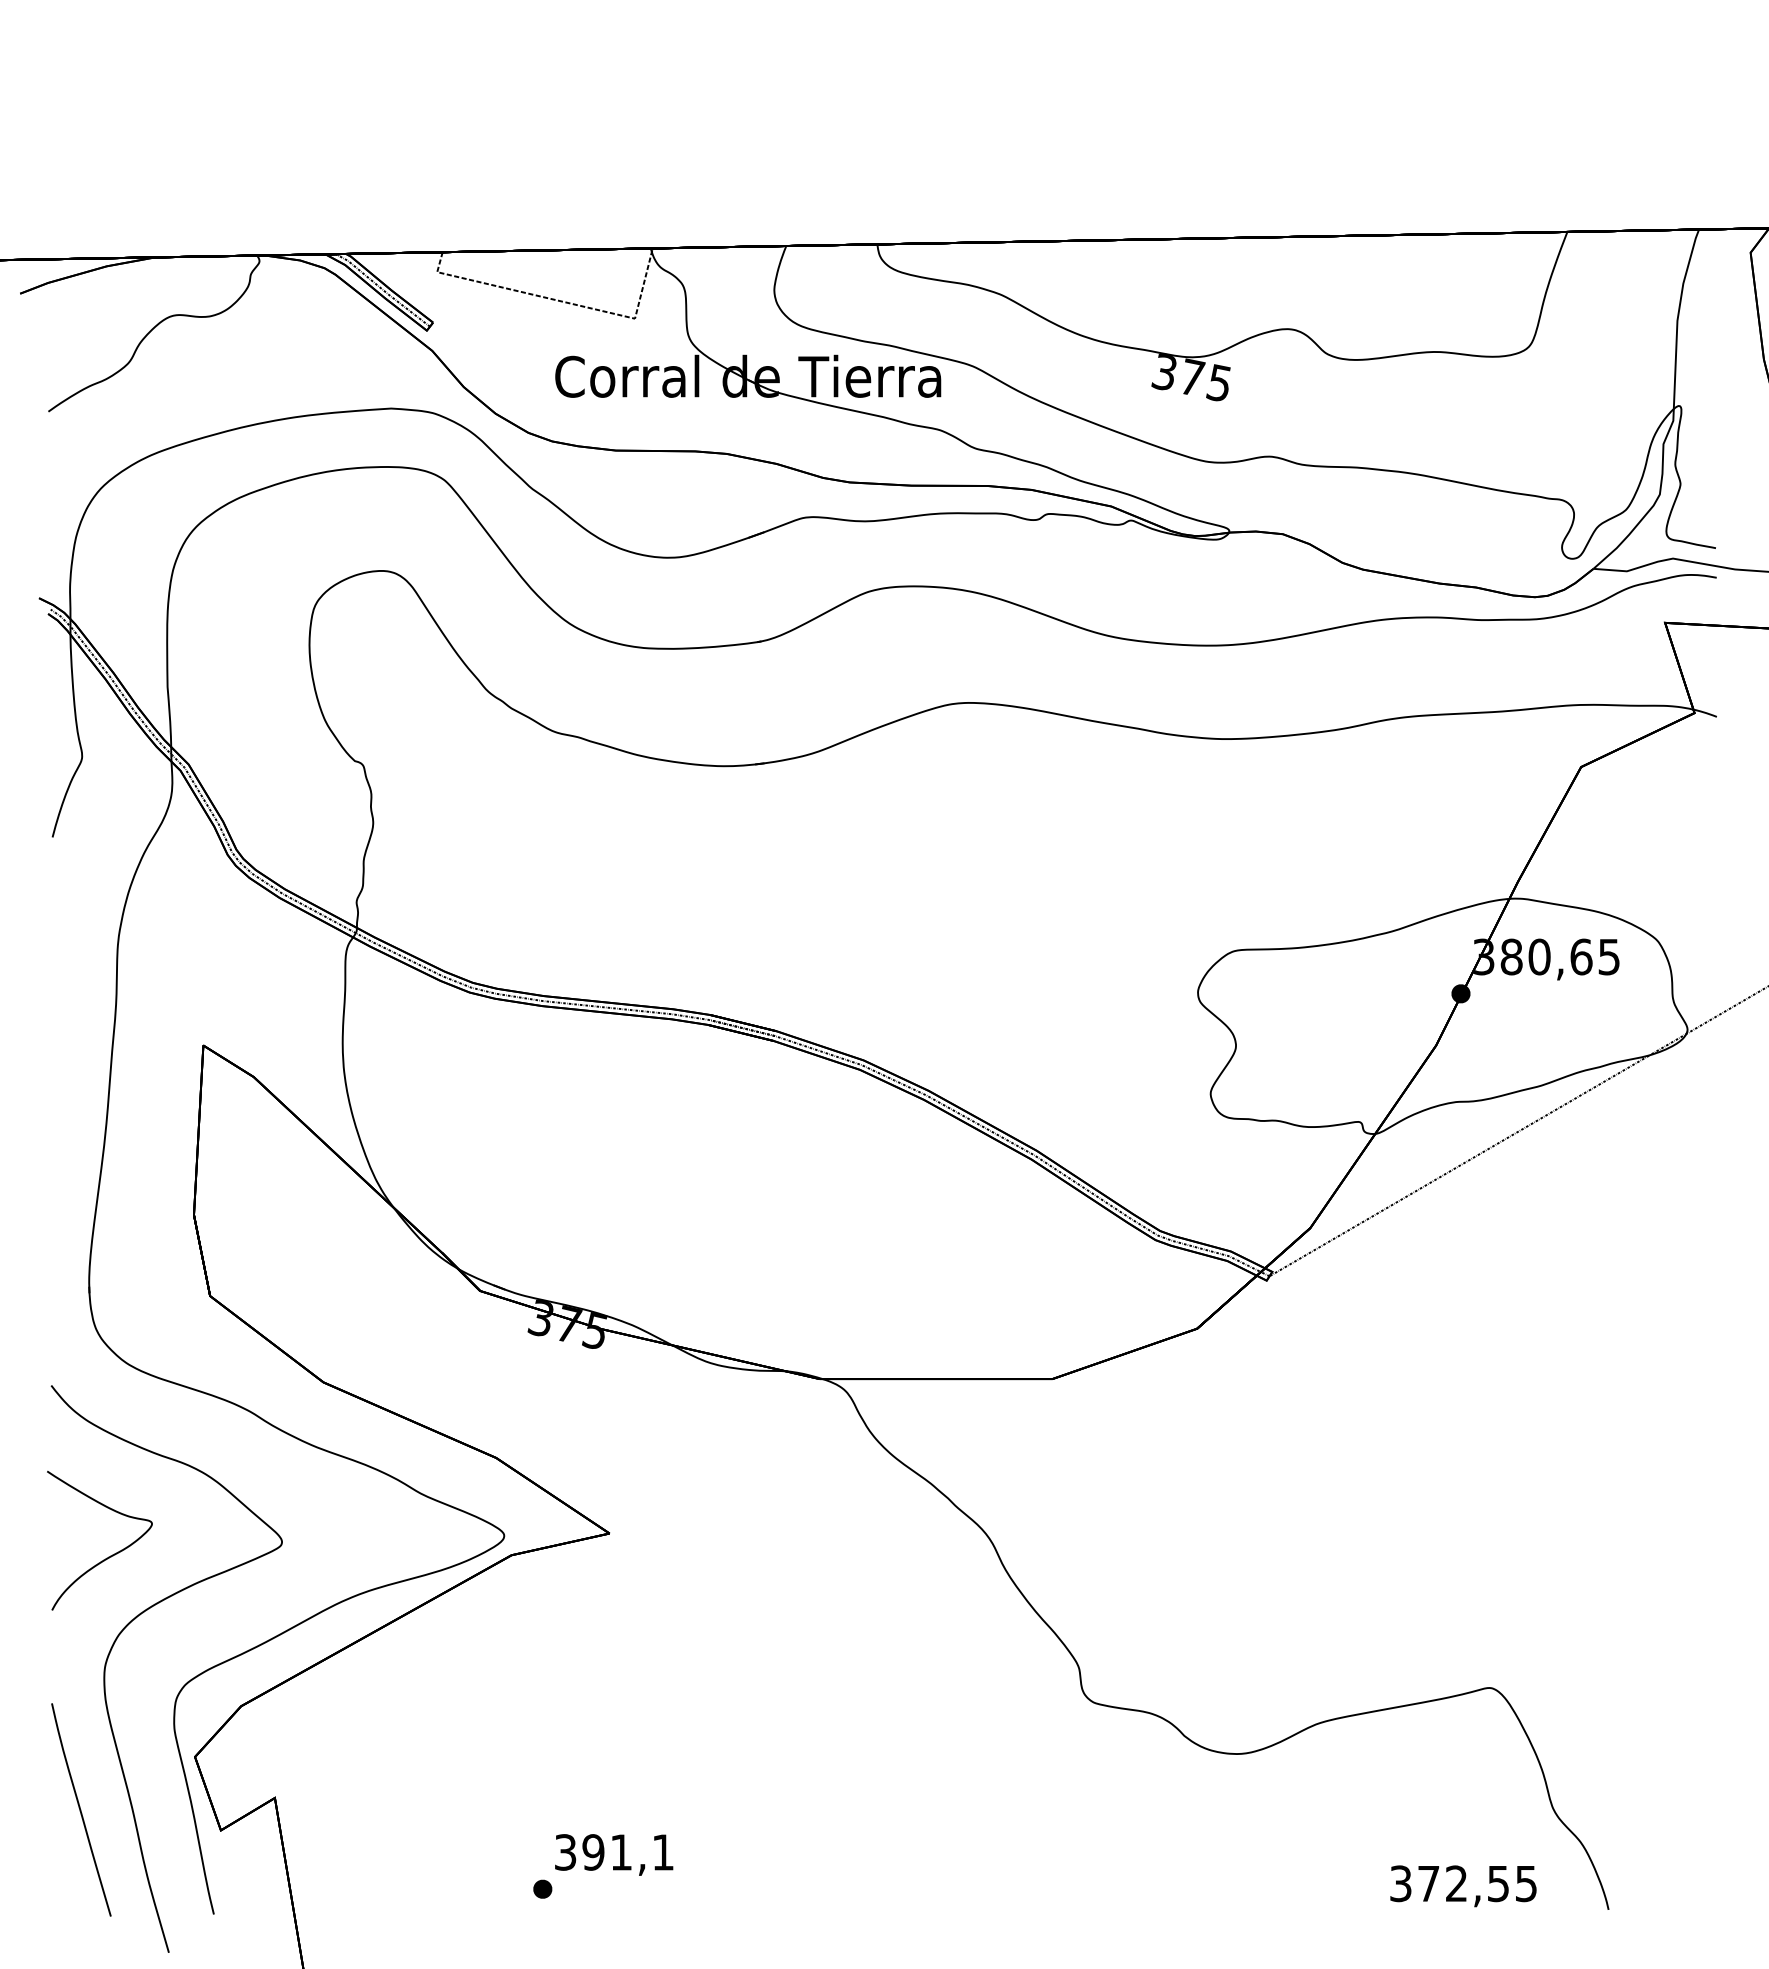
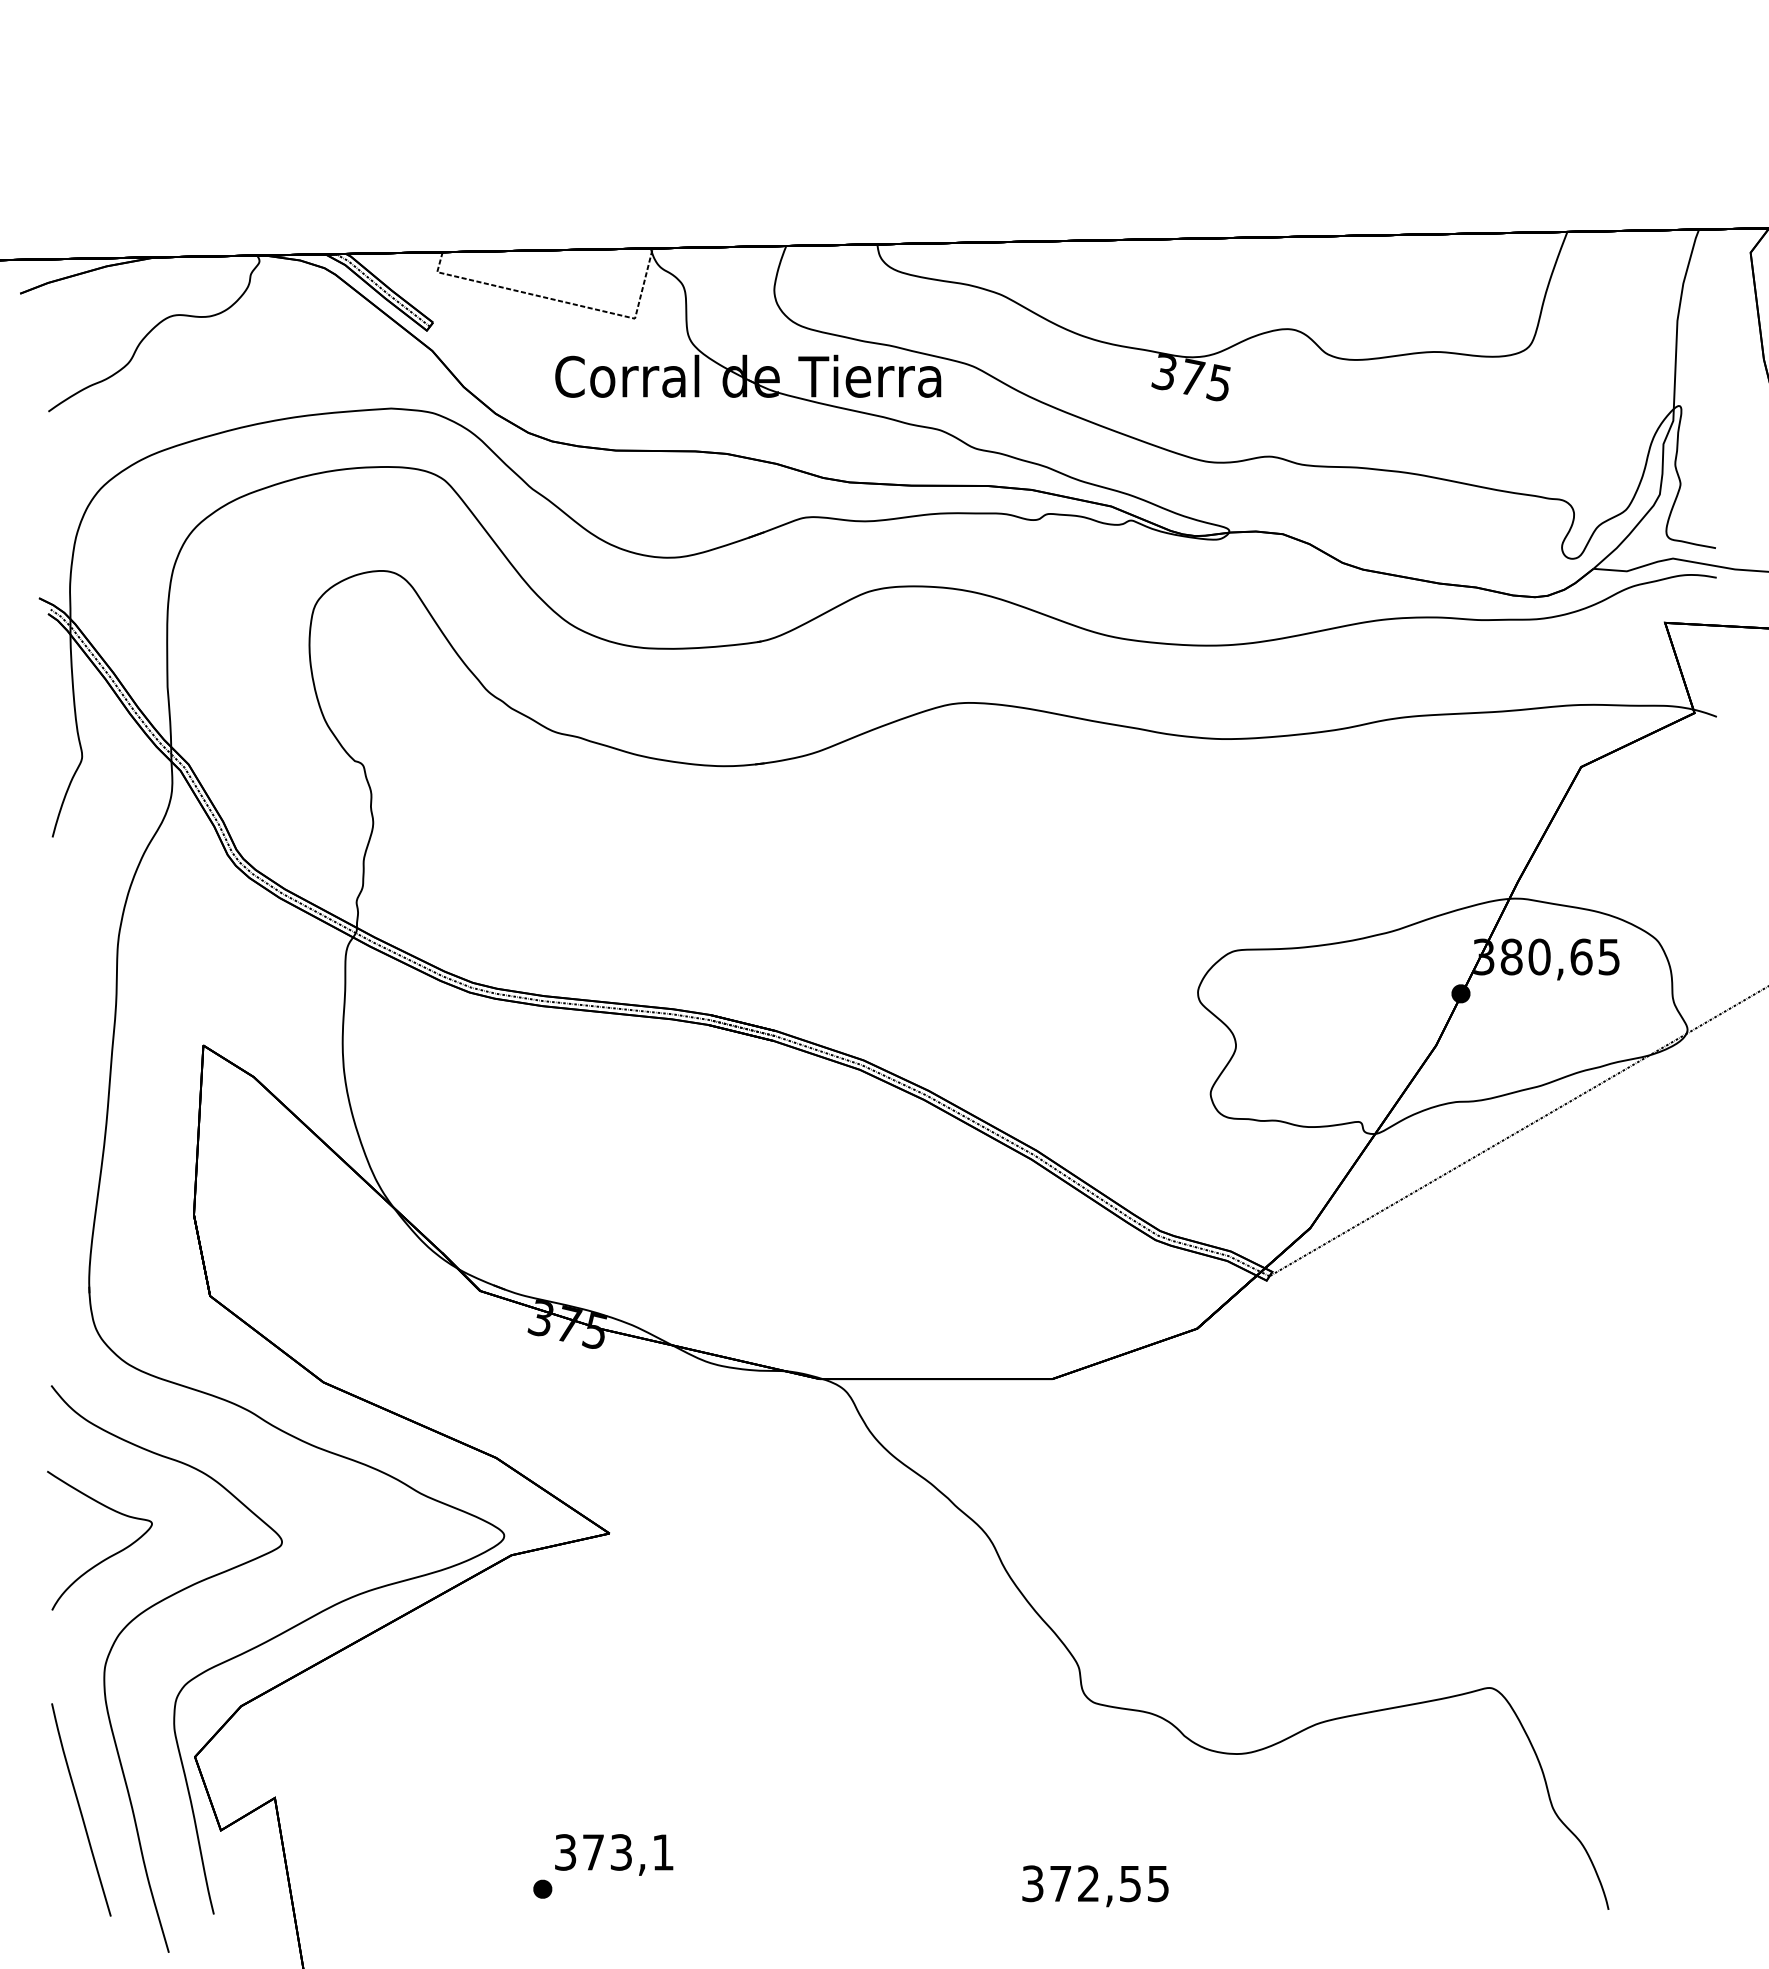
text at (606, 1852): 391,1 -> 373,1
text at (1463, 1886) position: (1463, 1886) -> (1095, 1886)
